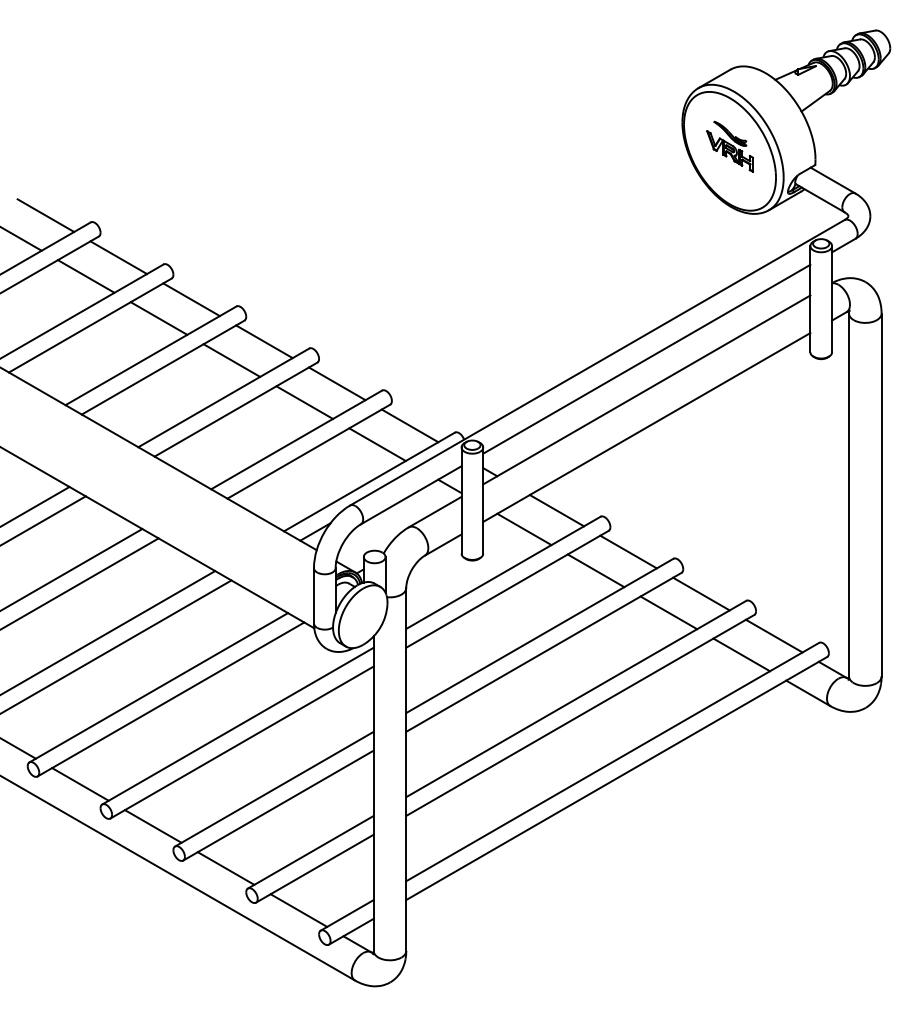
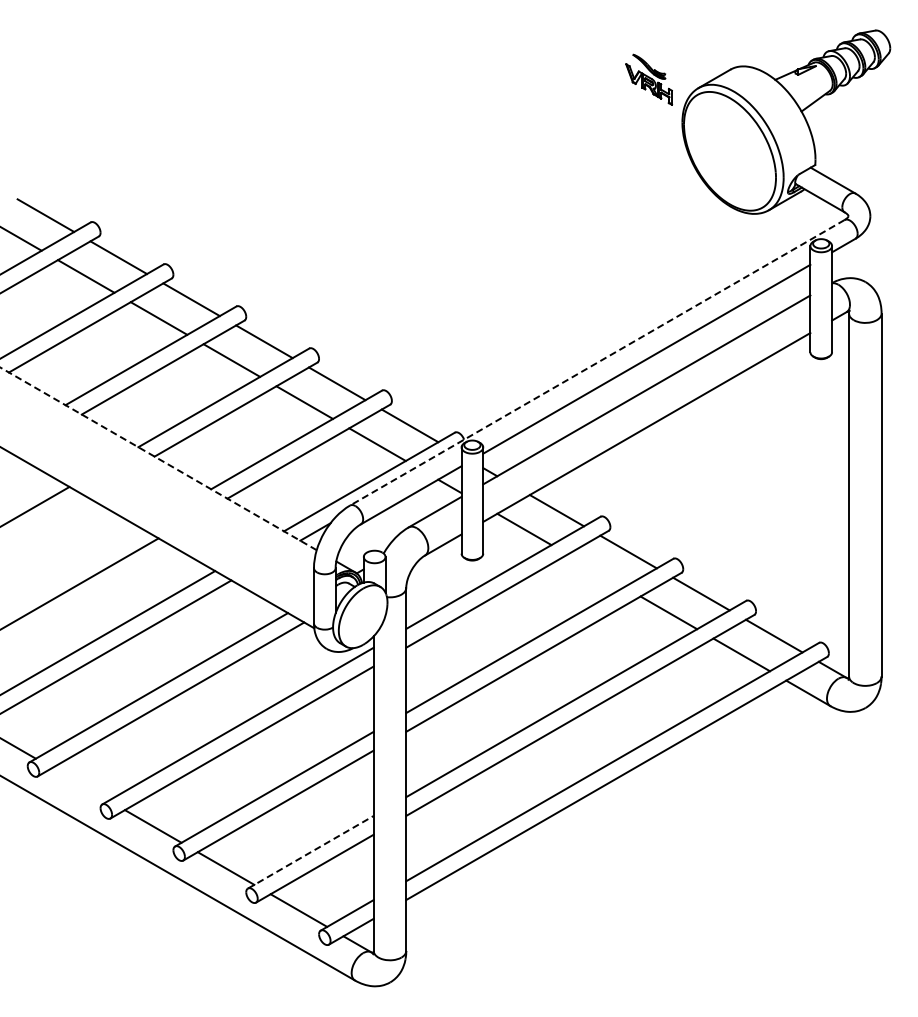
part at (730, 146) position: (730, 146) -> (649, 79)
line at (596, 363): solid -> dashed
line at (158, 458): solid -> dashed
line at (43, 520): present -> none
line at (72, 569): present -> none
line at (595, 570): present -> none
line at (80, 784): present -> none
line at (310, 852): solid -> dashed
